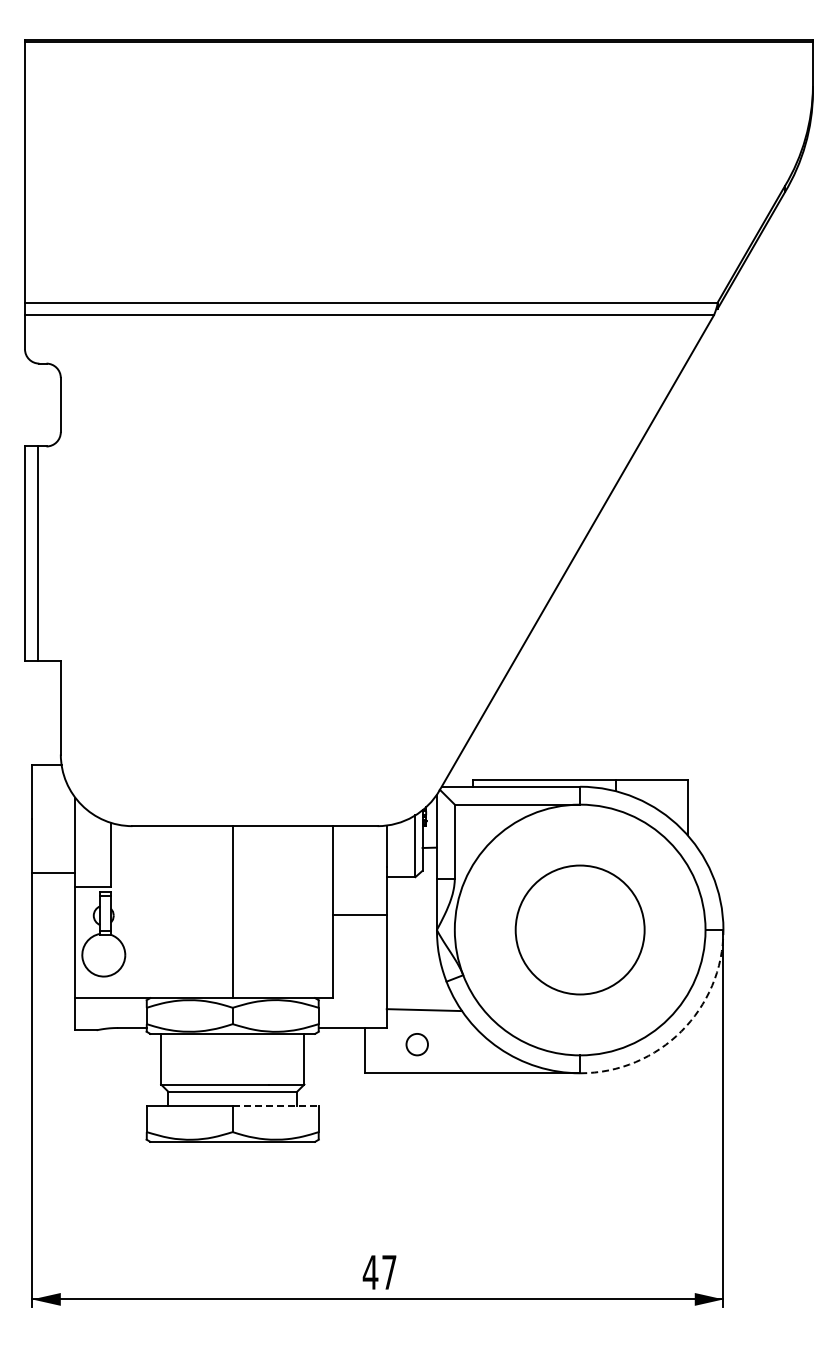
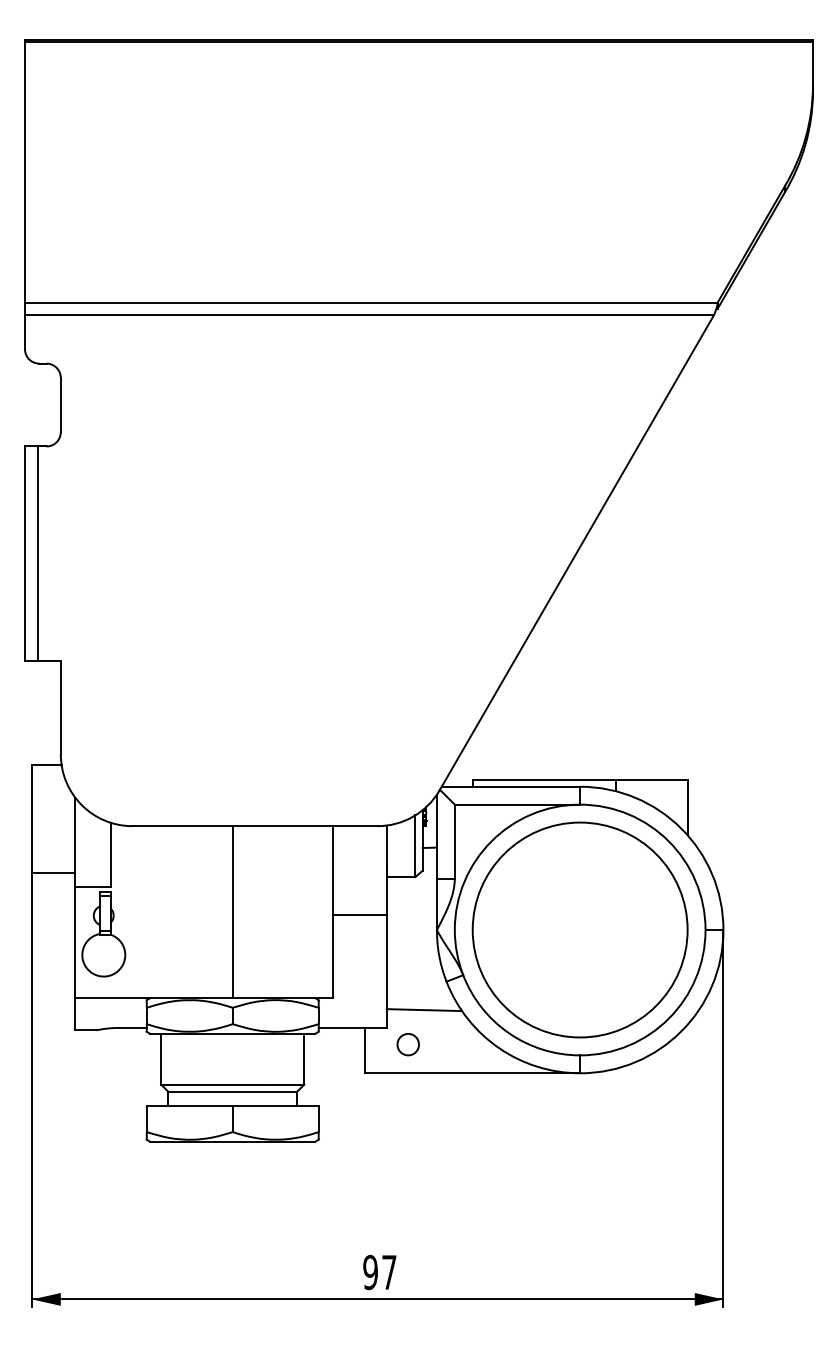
circle at (579, 929) diameter: 129 px -> 215 px
arc at (681, 1031): dashed -> solid
circle at (416, 1044) position: (416, 1044) -> (407, 1044)
line at (275, 1106): dashed -> solid
text at (370, 1272): 47 -> 97
